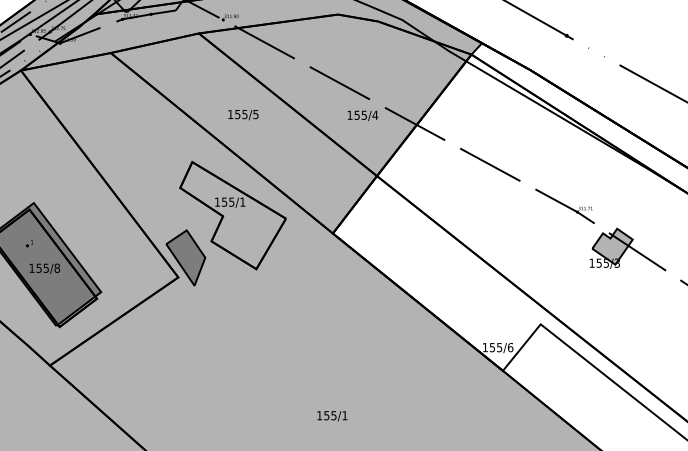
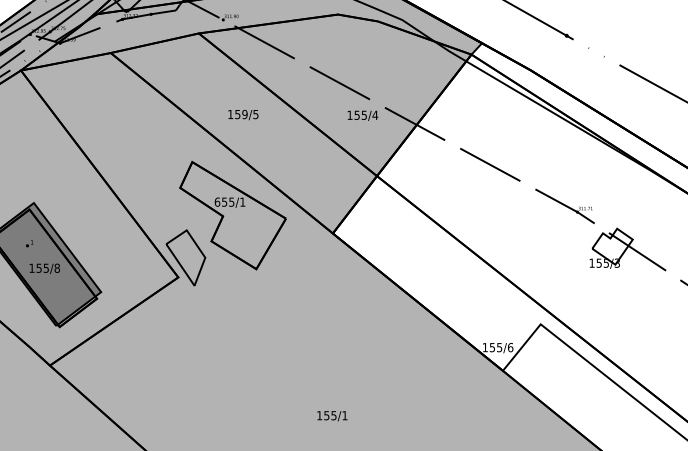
text at (244, 114): 155/5 -> 159/5
text at (217, 201): 155/1 -> 655/1
fill at (612, 246): present -> none
fill at (185, 257): present -> none
